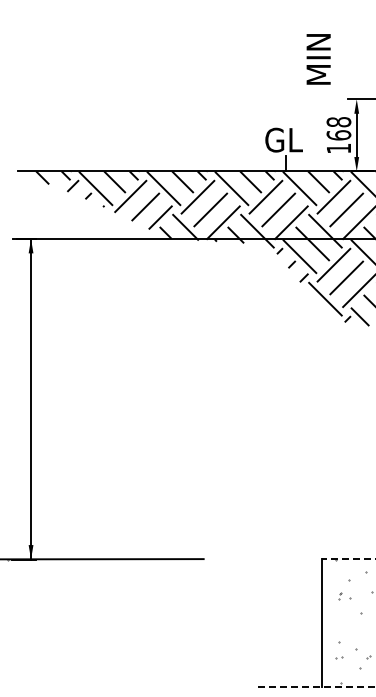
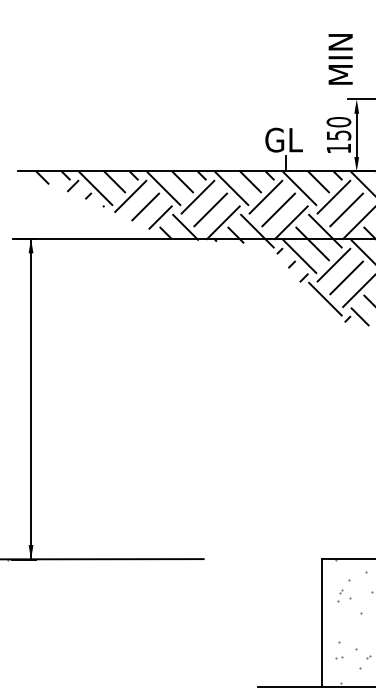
text at (318, 59) position: (318, 59) -> (340, 59)
text at (338, 128): 168 -> 150
line at (349, 558): dashed -> solid
part at (340, 596) size: 5x9 px -> 7x14 px
line at (316, 686): dashed -> solid
